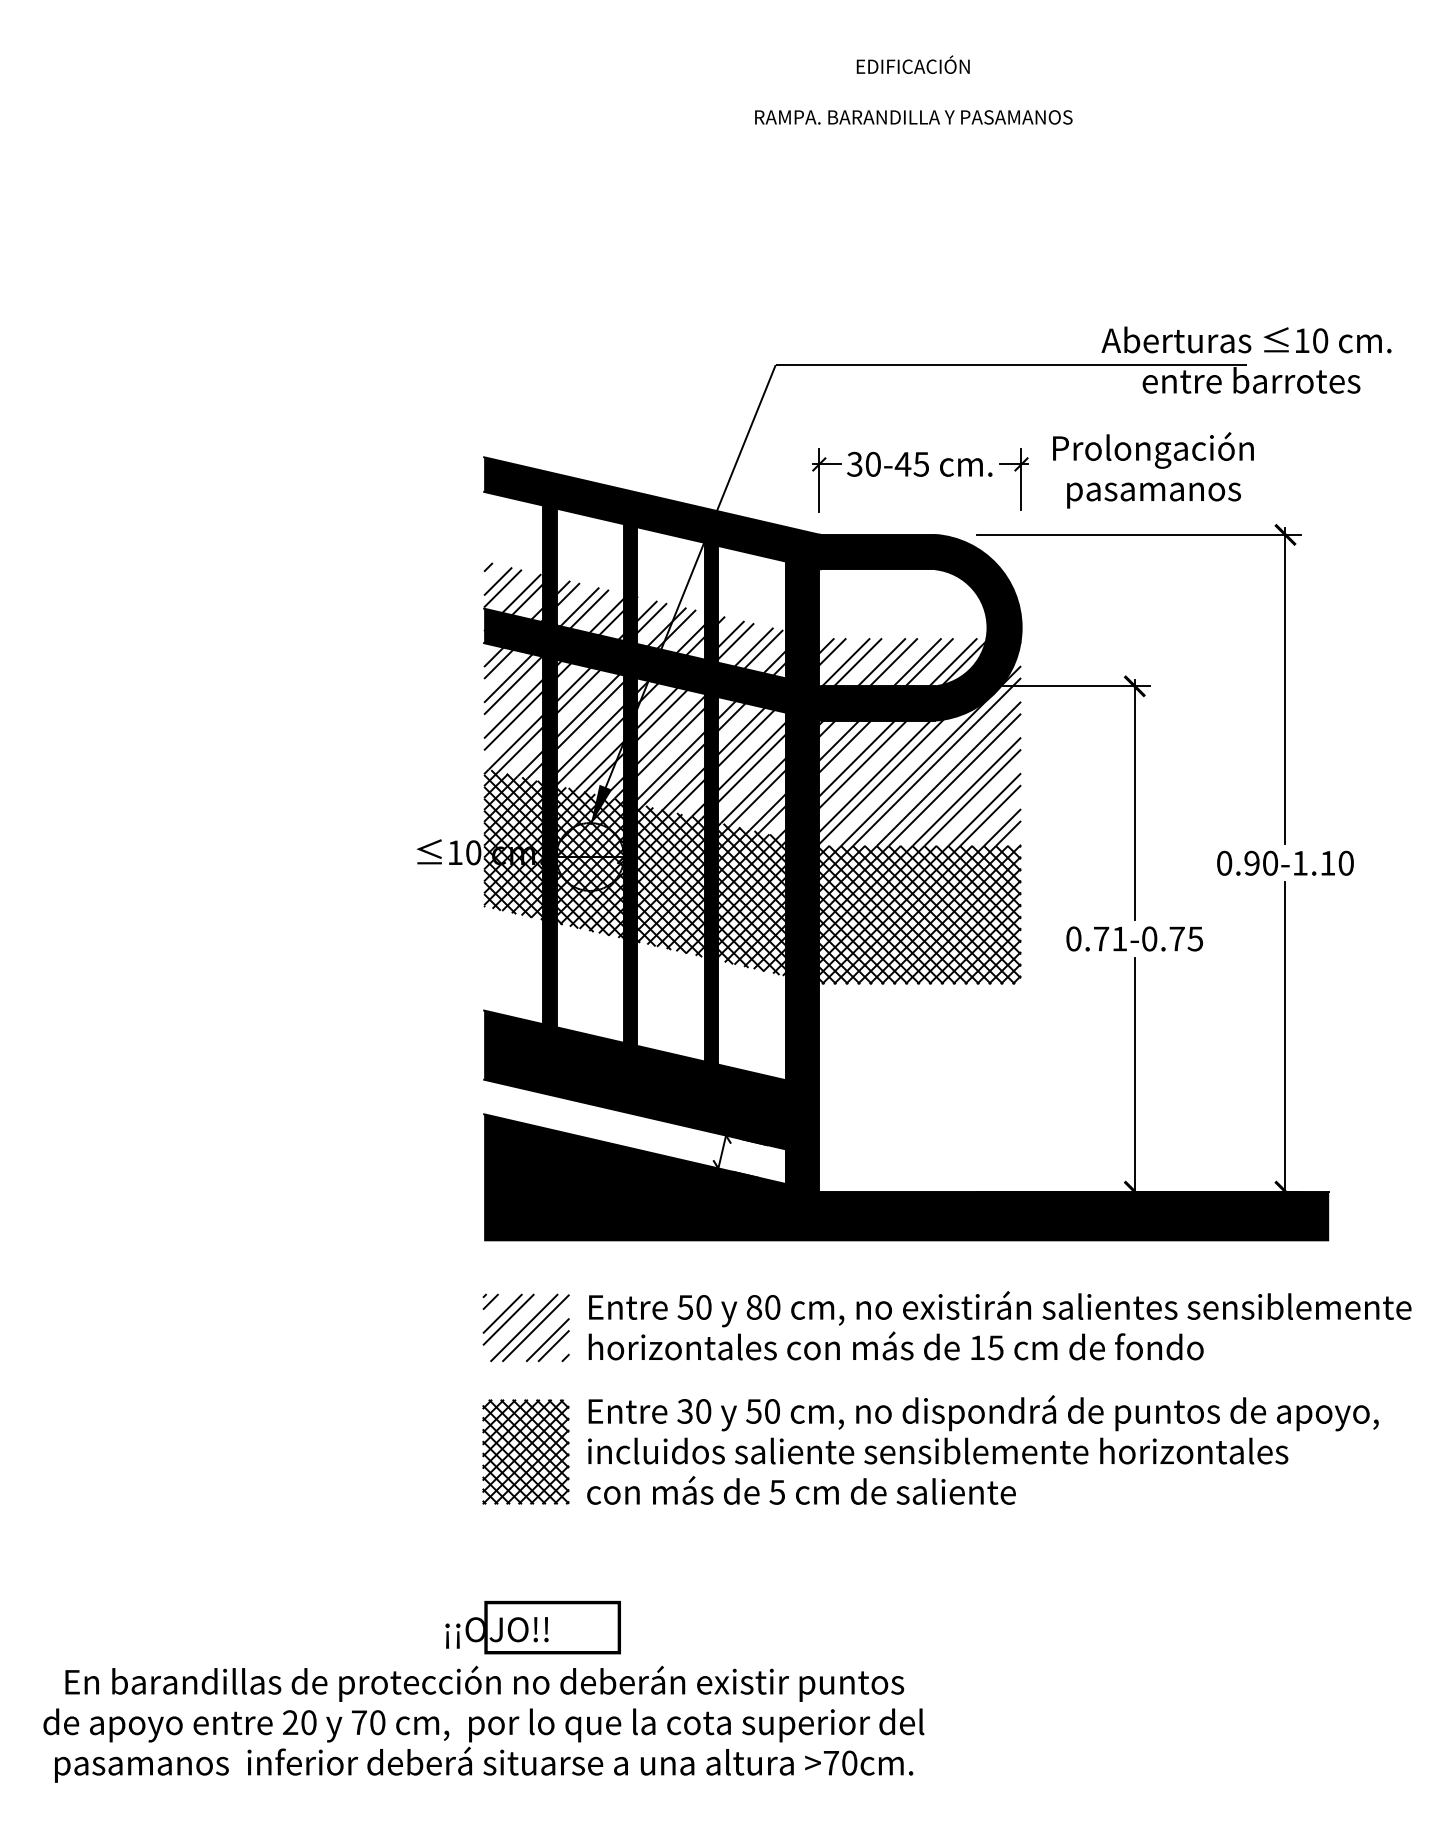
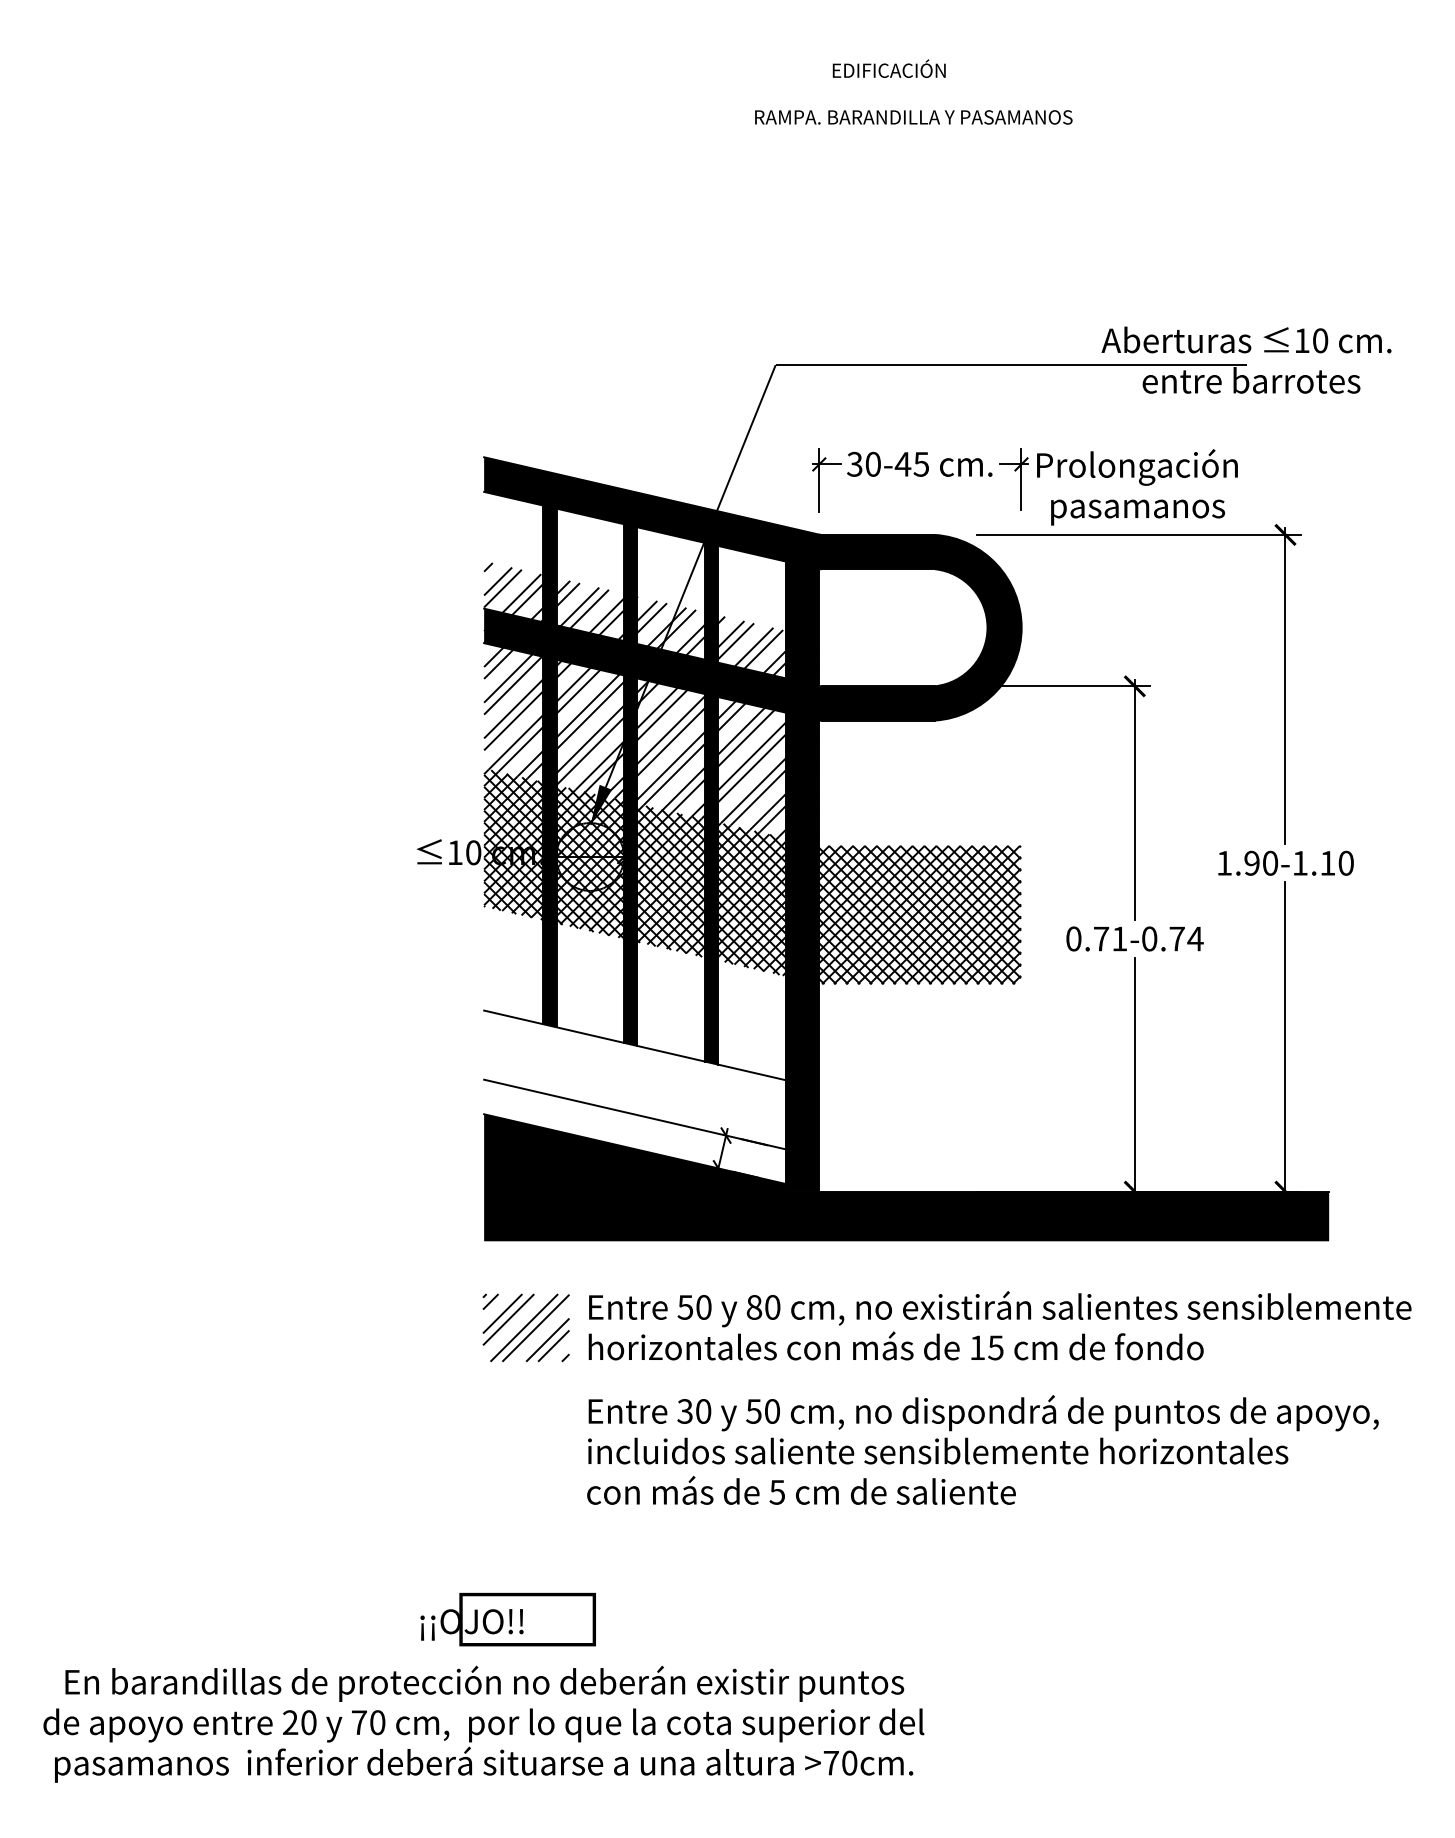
text at (912, 64) position: (912, 64) -> (888, 68)
text at (1153, 470) position: (1153, 470) -> (1137, 487)
hatch at (903, 739): present -> none
text at (1224, 862): 0.90-1.10 -> 1.90-1.10
text at (1195, 938): -0.75 -> -0.74
fill at (634, 1079): present -> none
hatch at (525, 1451): present -> none
text at (532, 1627) position: (532, 1627) -> (507, 1619)
